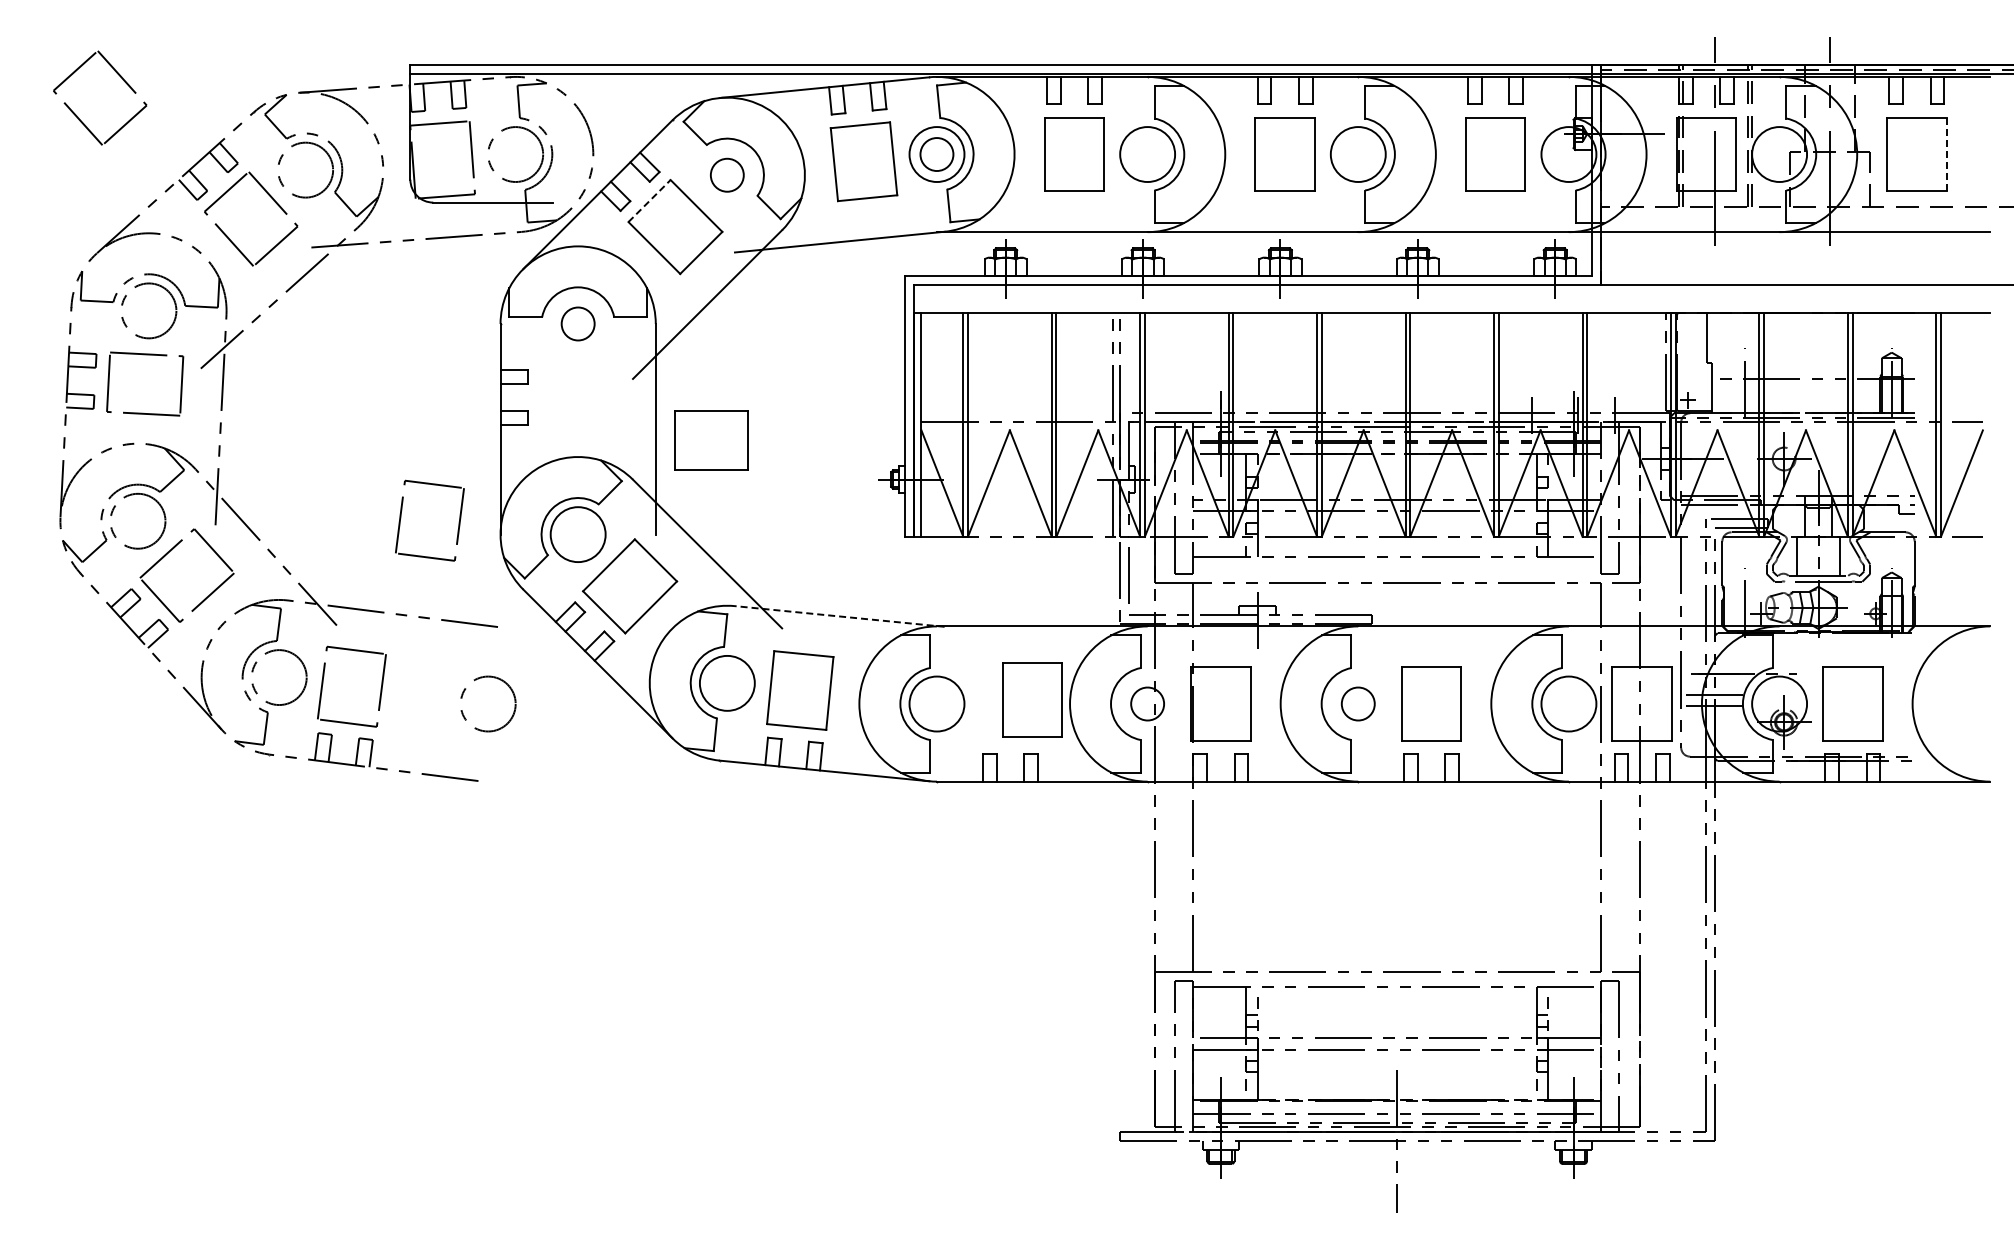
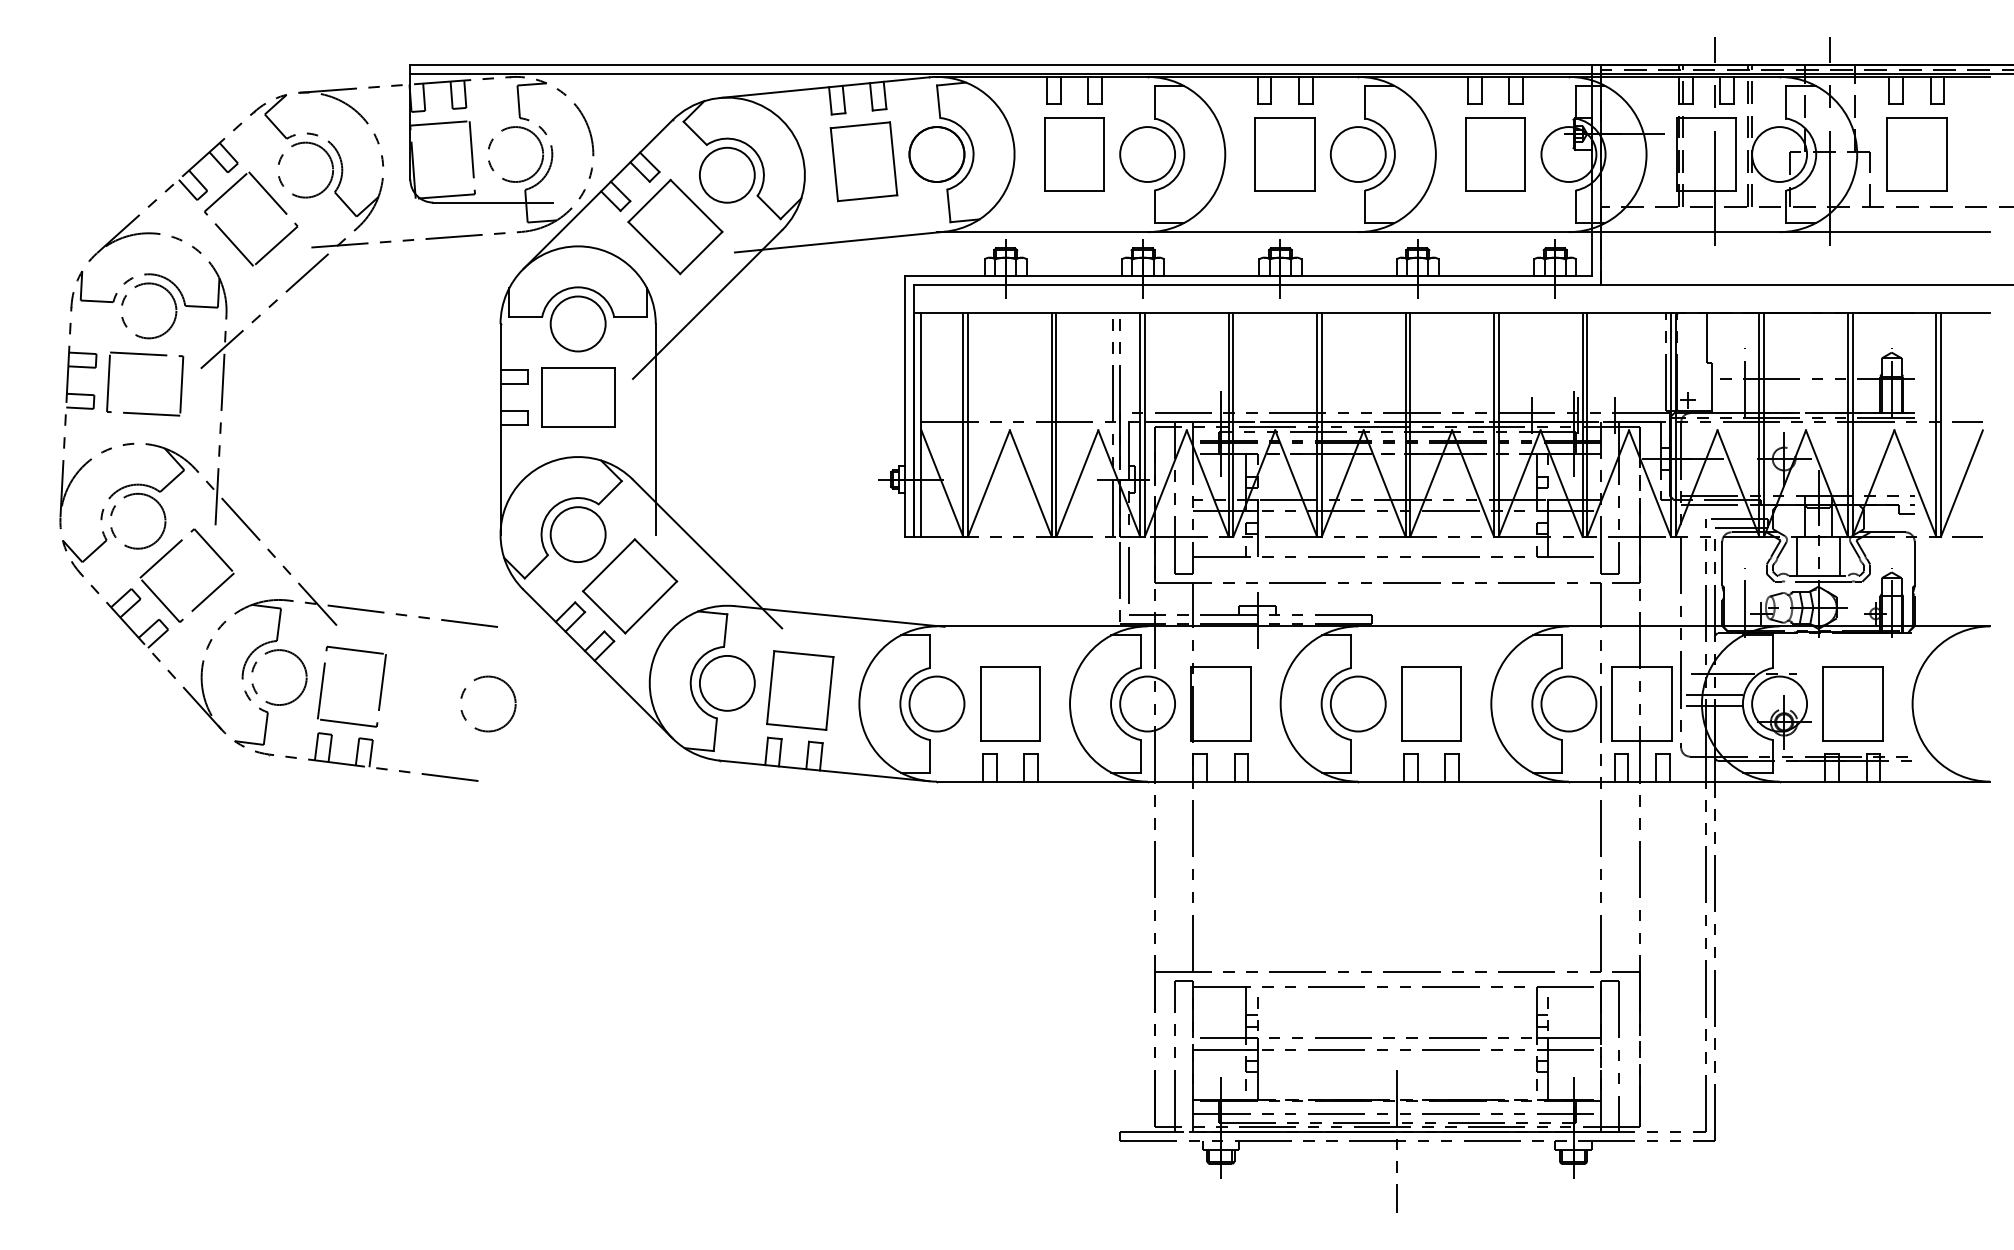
part at (123, 81): present -> none
circle at (936, 154) diameter: 33 px -> 55 px
line at (1946, 154): dashed -> solid
circle at (726, 174) diameter: 33 px -> 55 px
line at (649, 201): dashed -> solid
circle at (577, 323) diameter: 33 px -> 55 px
part at (711, 440) position: (711, 440) -> (578, 397)
part at (401, 518): present -> none
line at (839, 616): dashed -> solid
part at (1032, 699) position: (1032, 699) -> (1010, 703)
circle at (1147, 703) diameter: 33 px -> 55 px
circle at (1357, 703) diameter: 33 px -> 55 px
